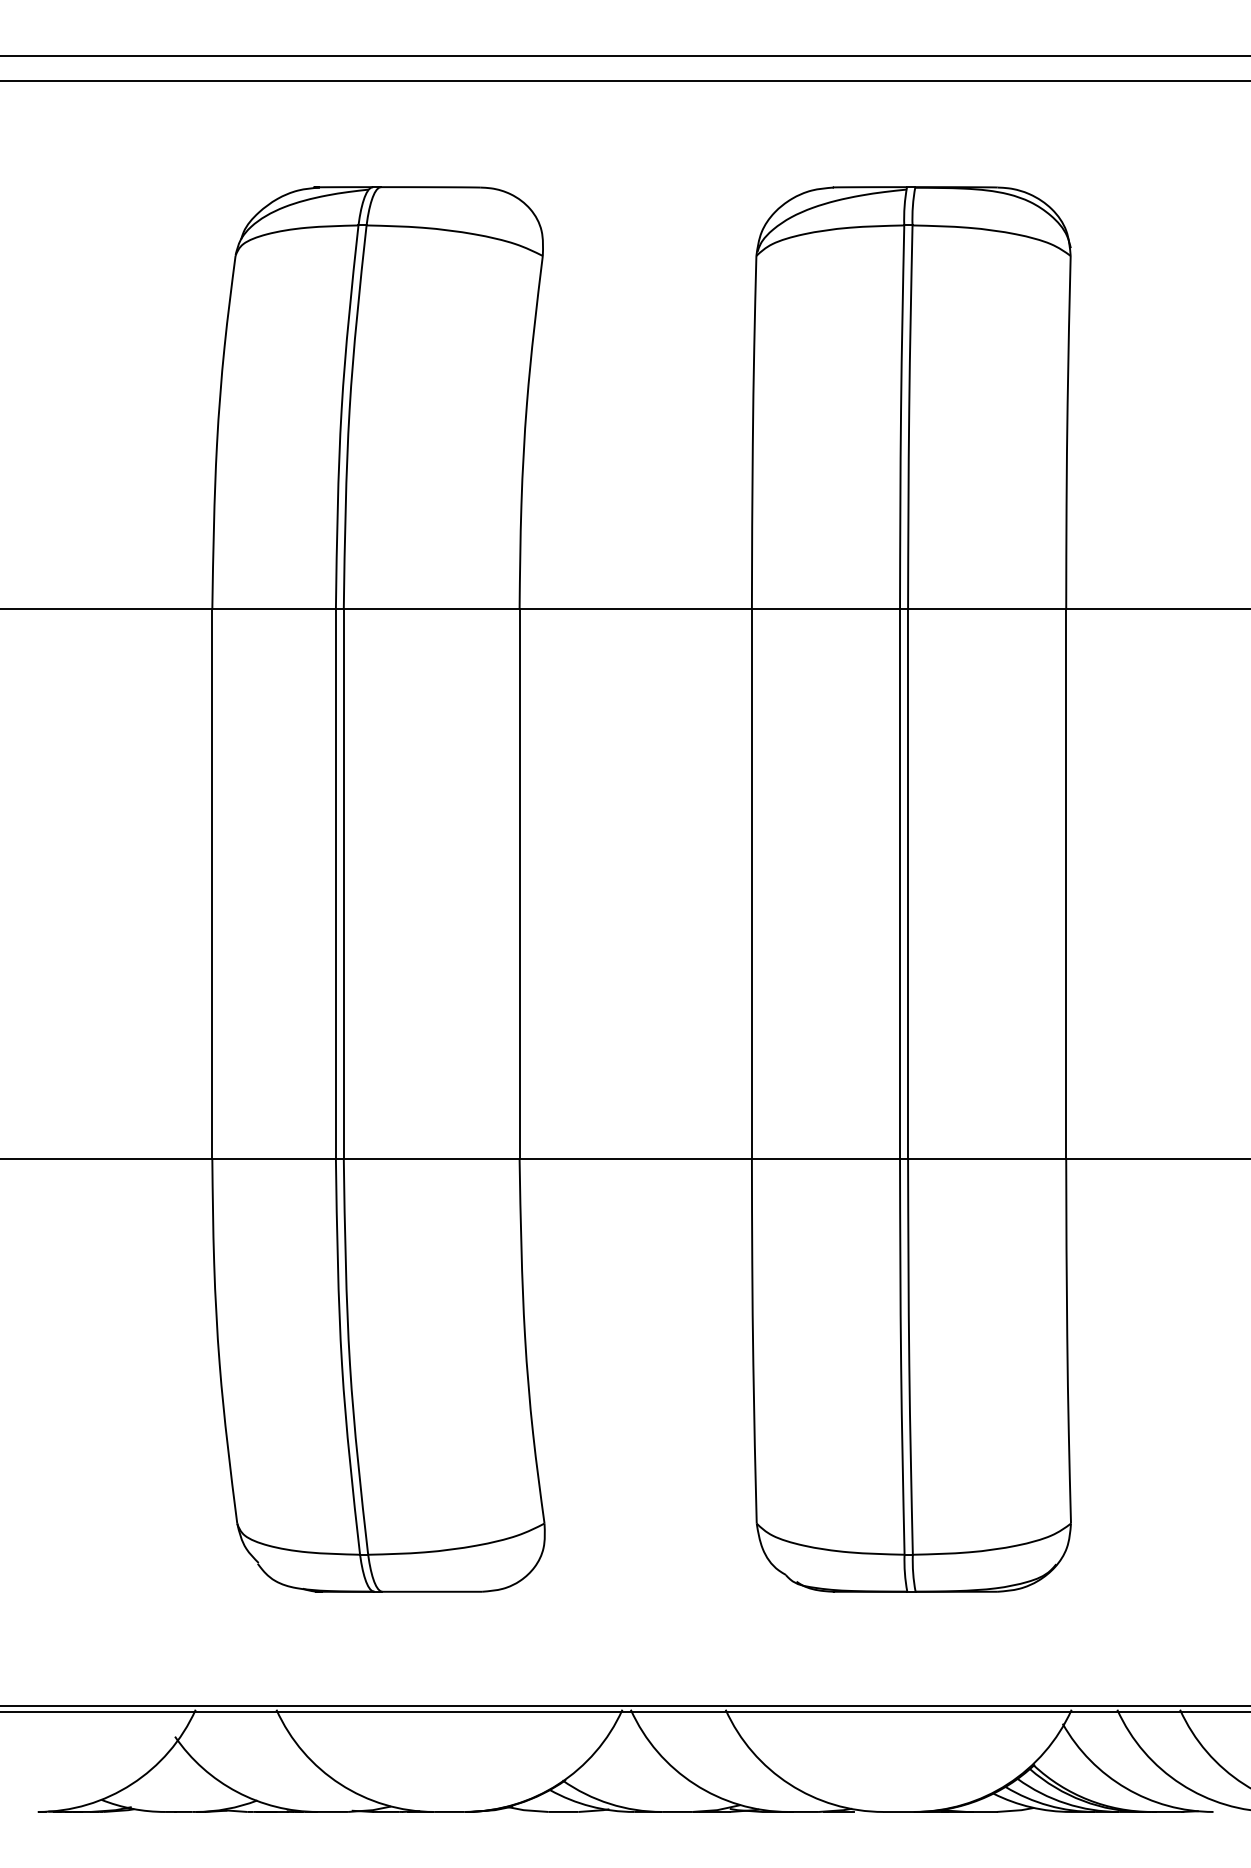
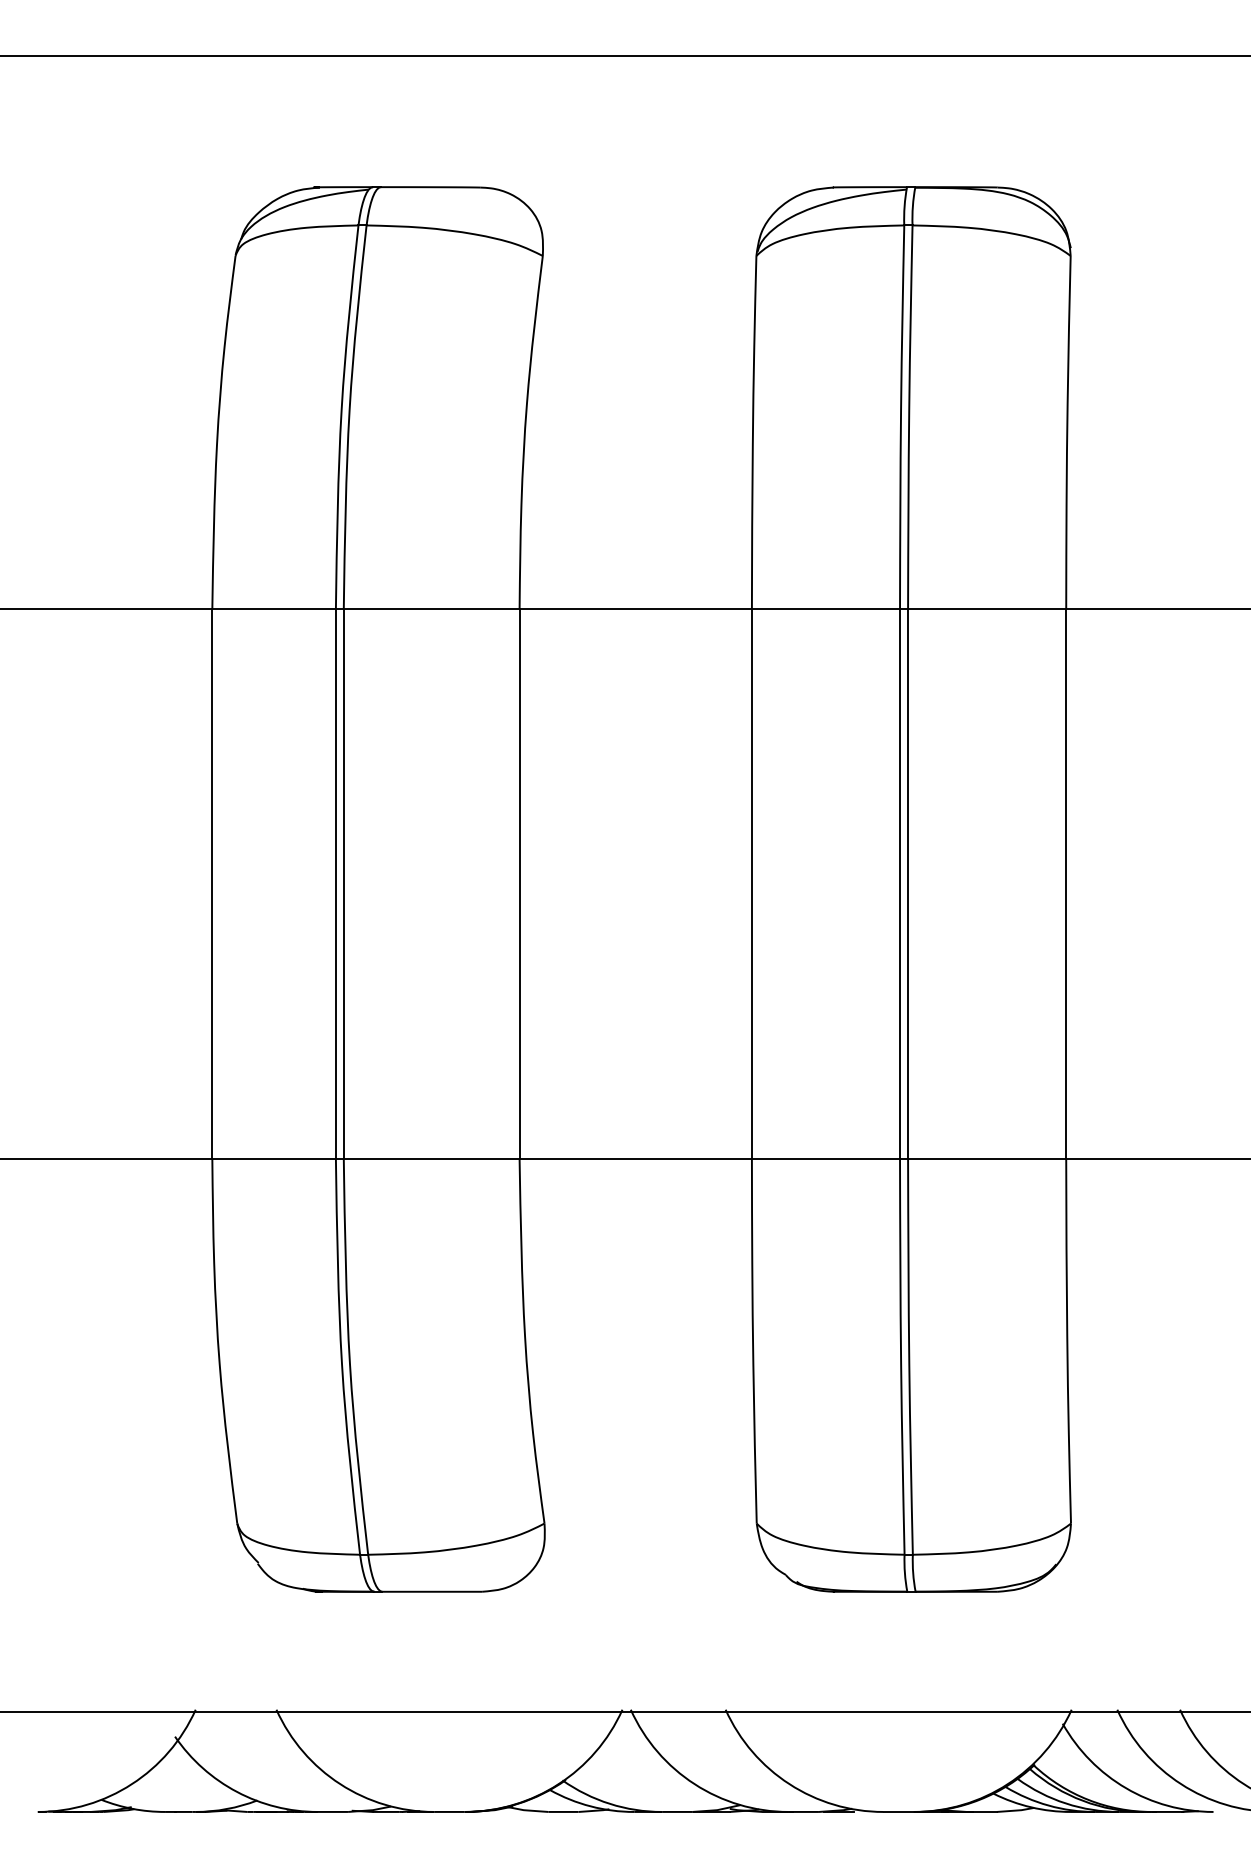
line at (624, 81): present -> none
line at (624, 1706): present -> none
